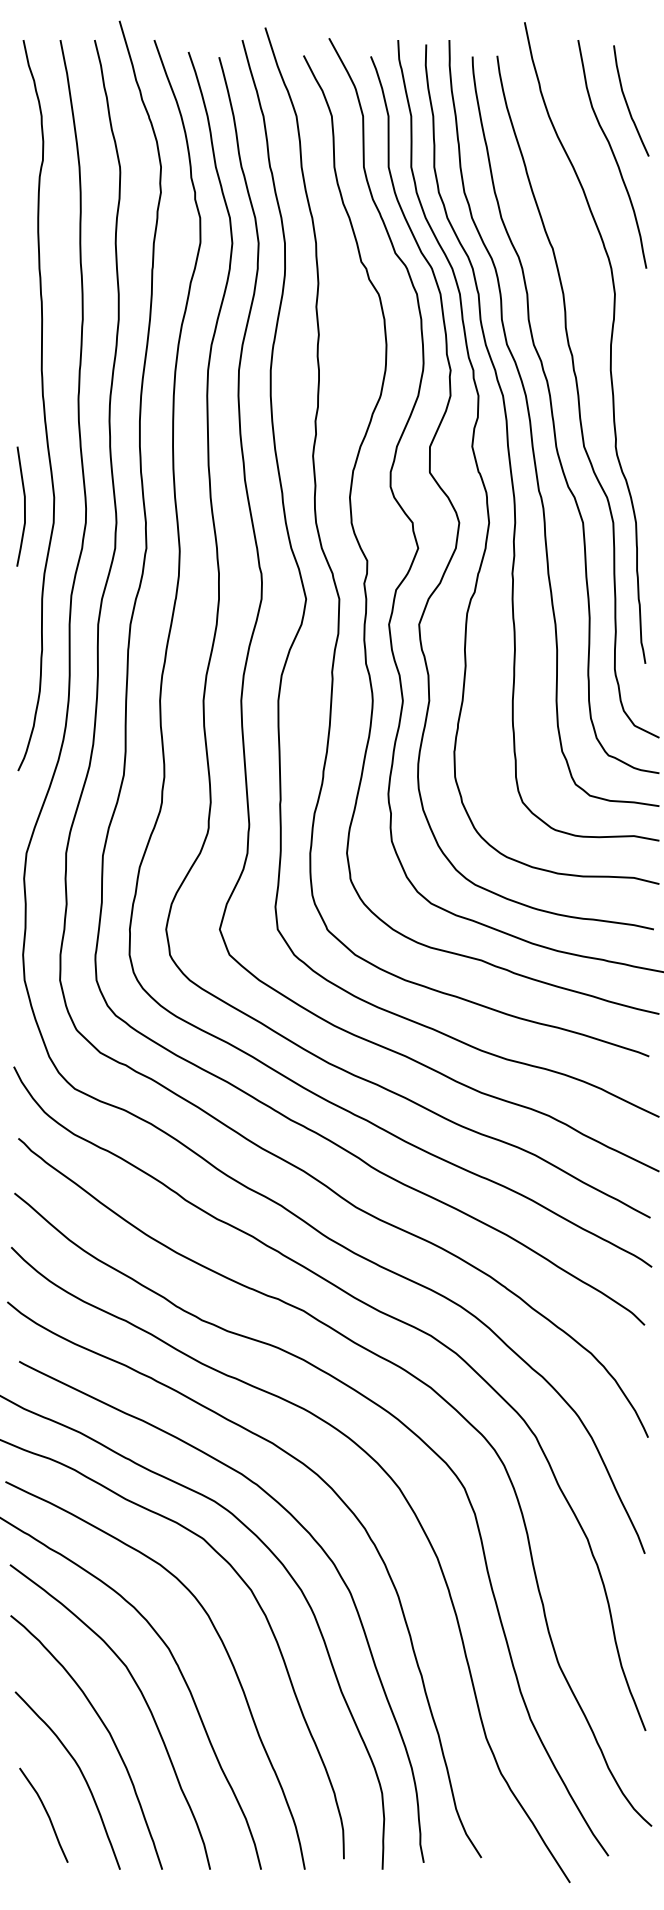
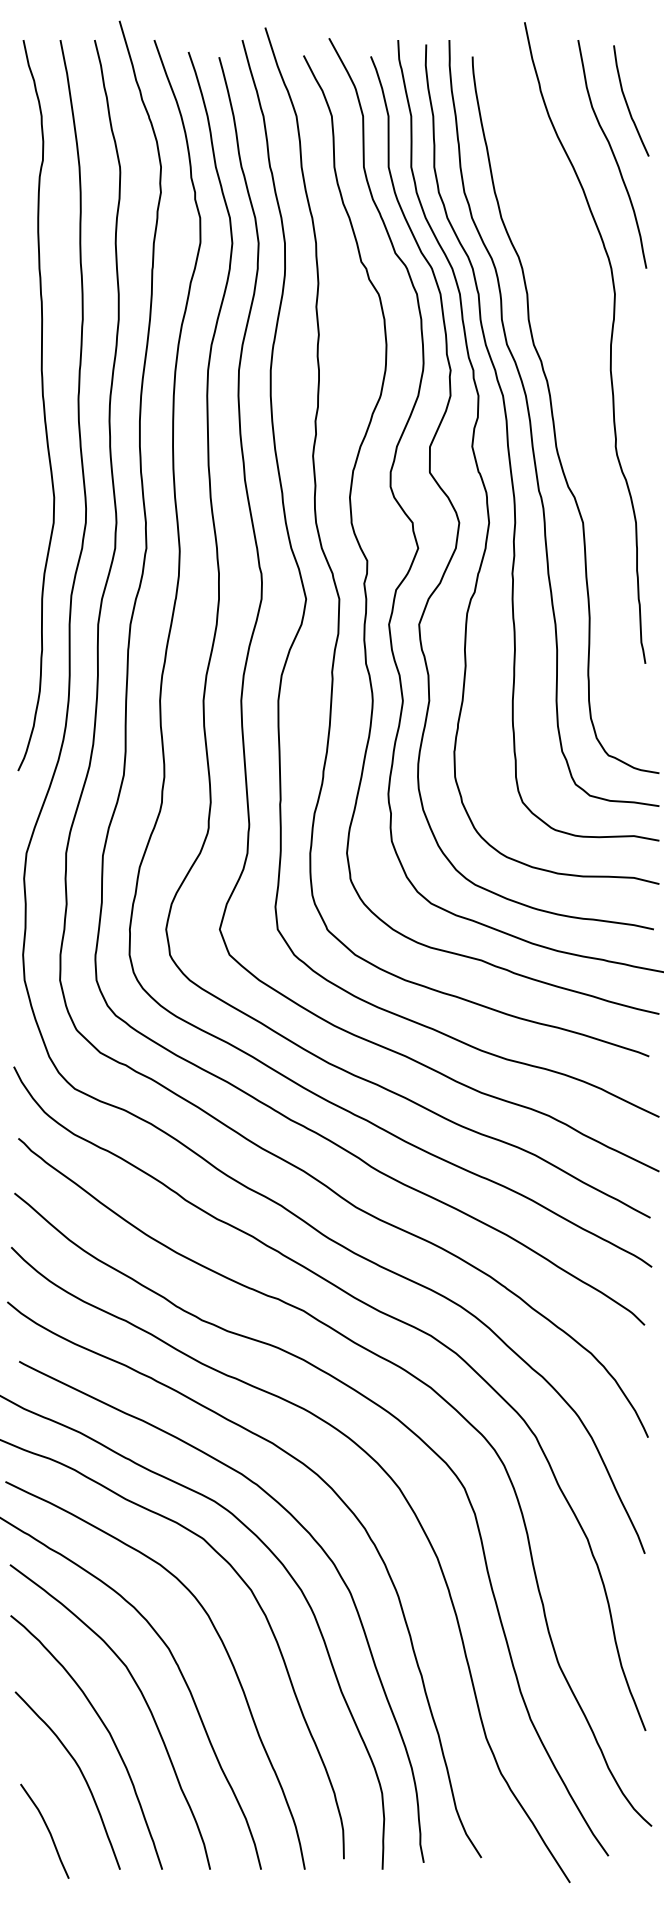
curve at (577, 396): present -> none
line at (24, 506): present -> none
curve at (45, 1812) position: (45, 1812) -> (46, 1828)
